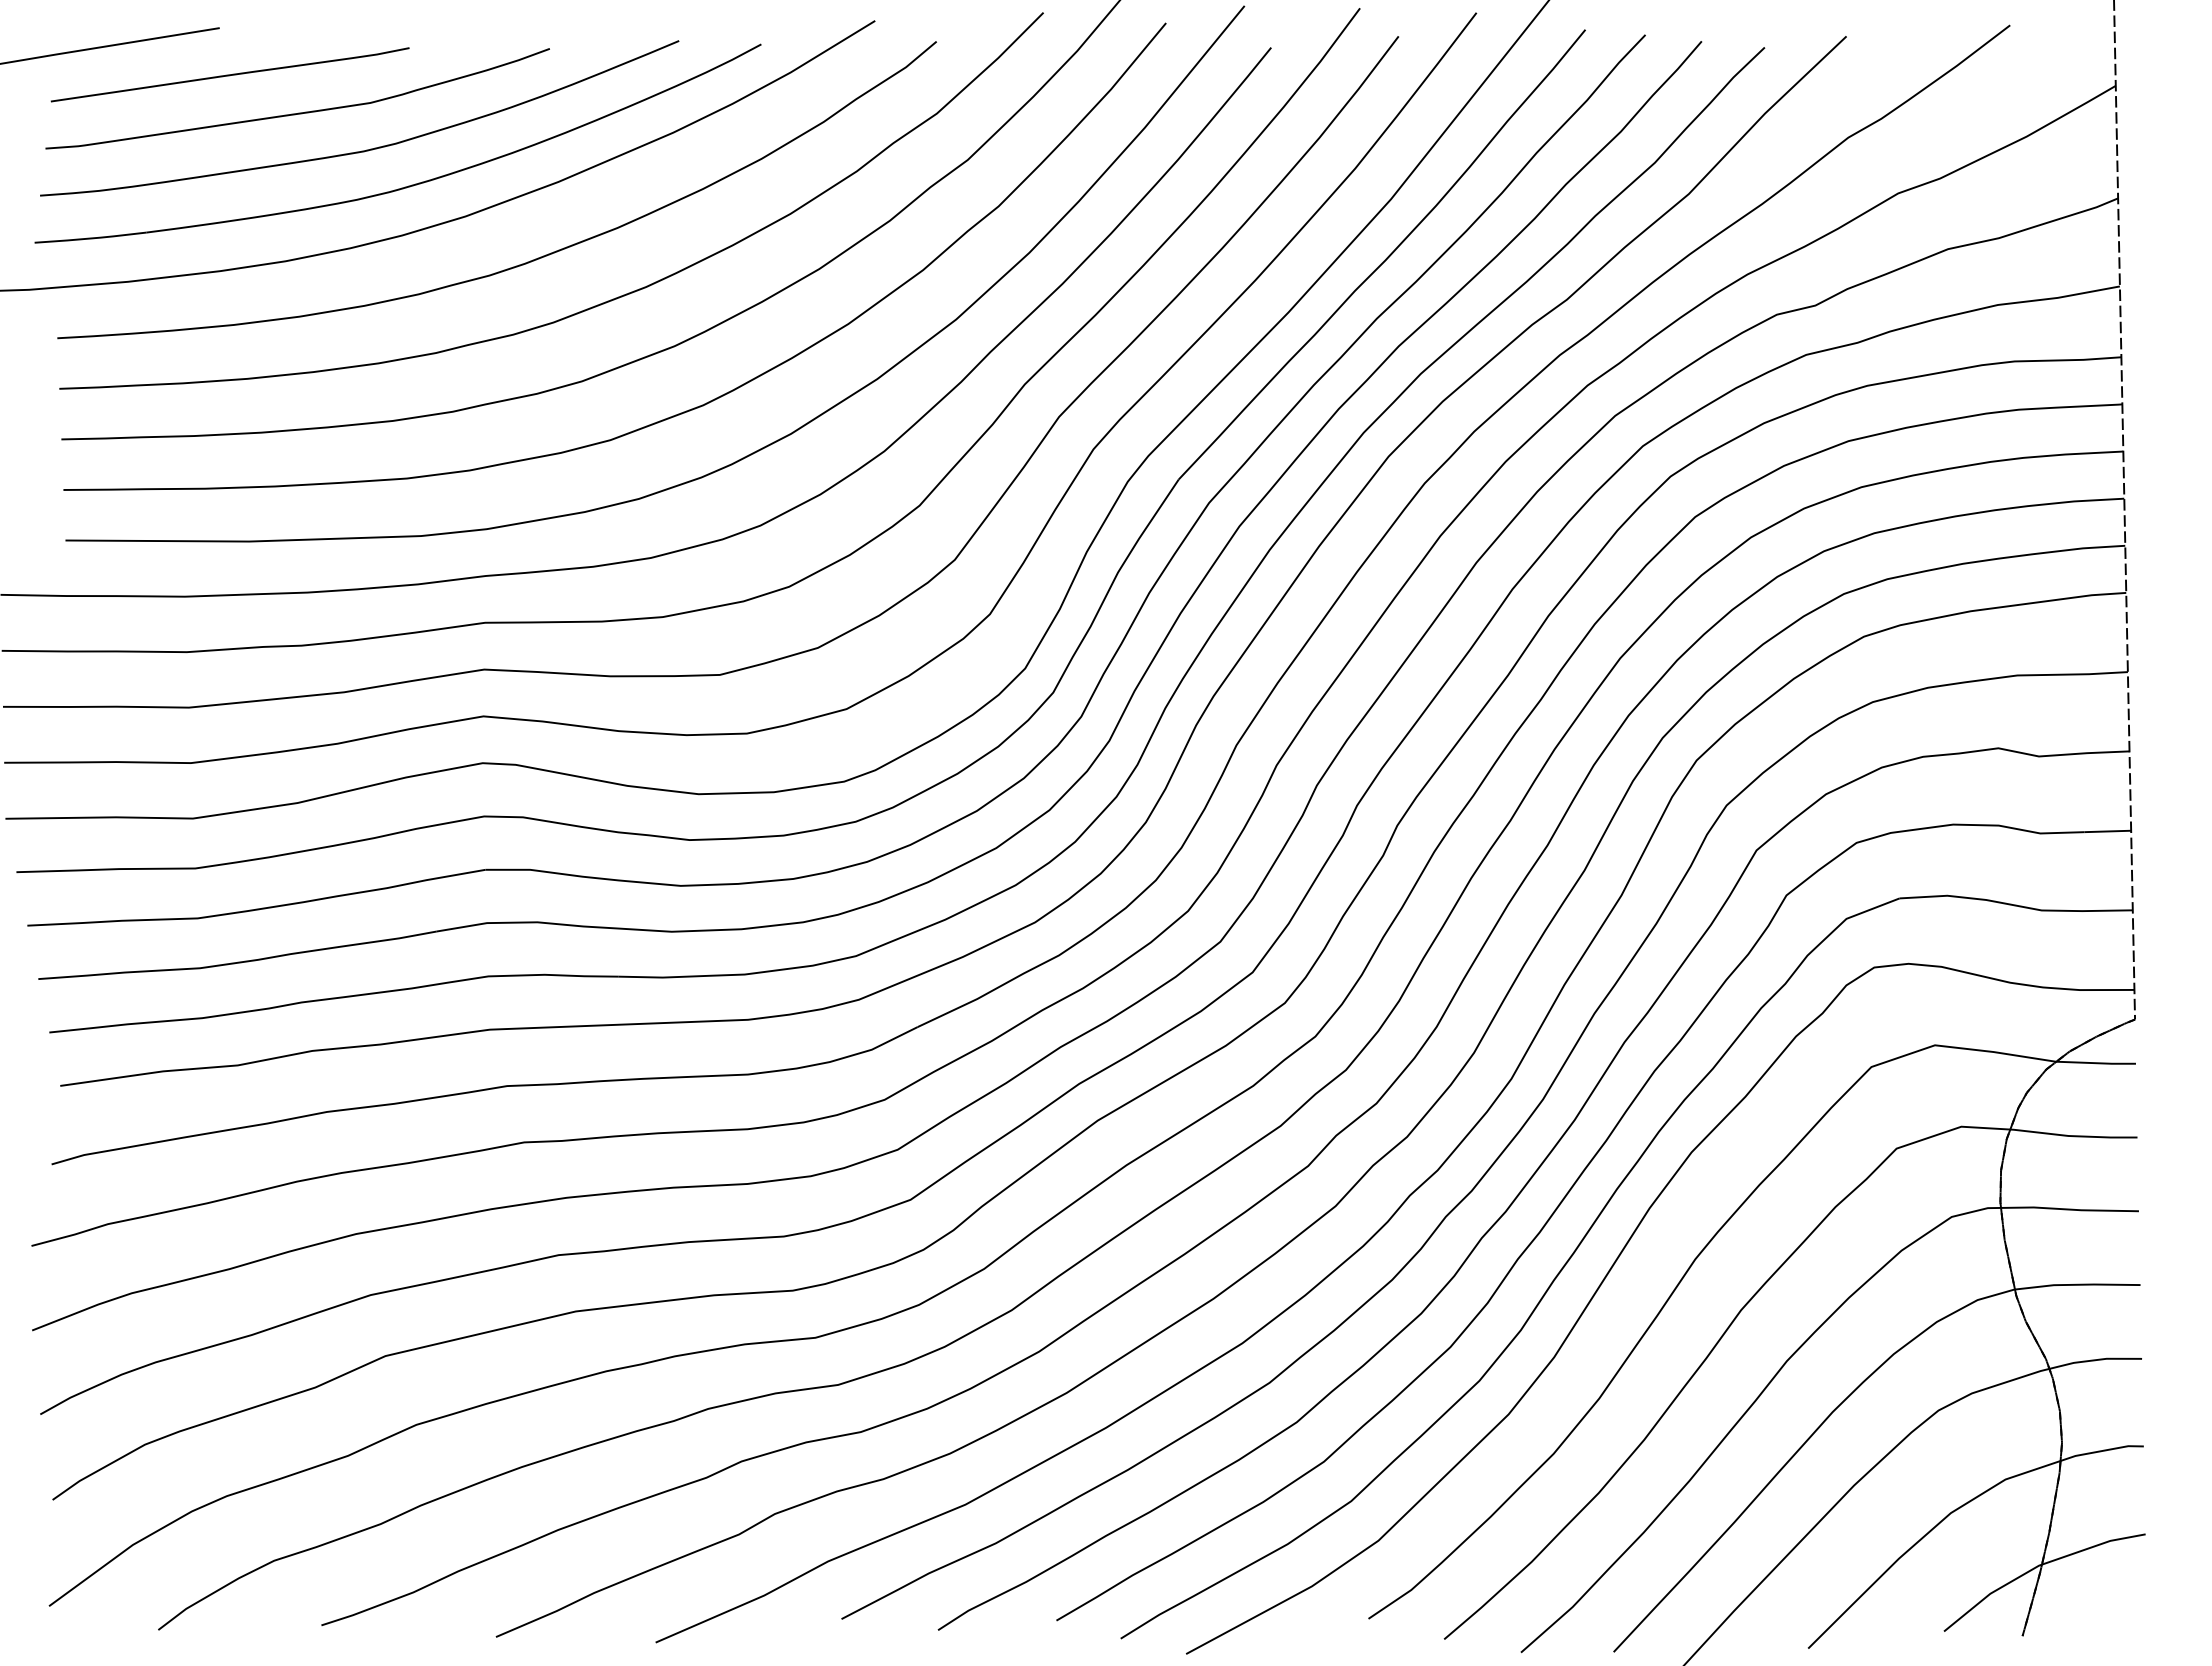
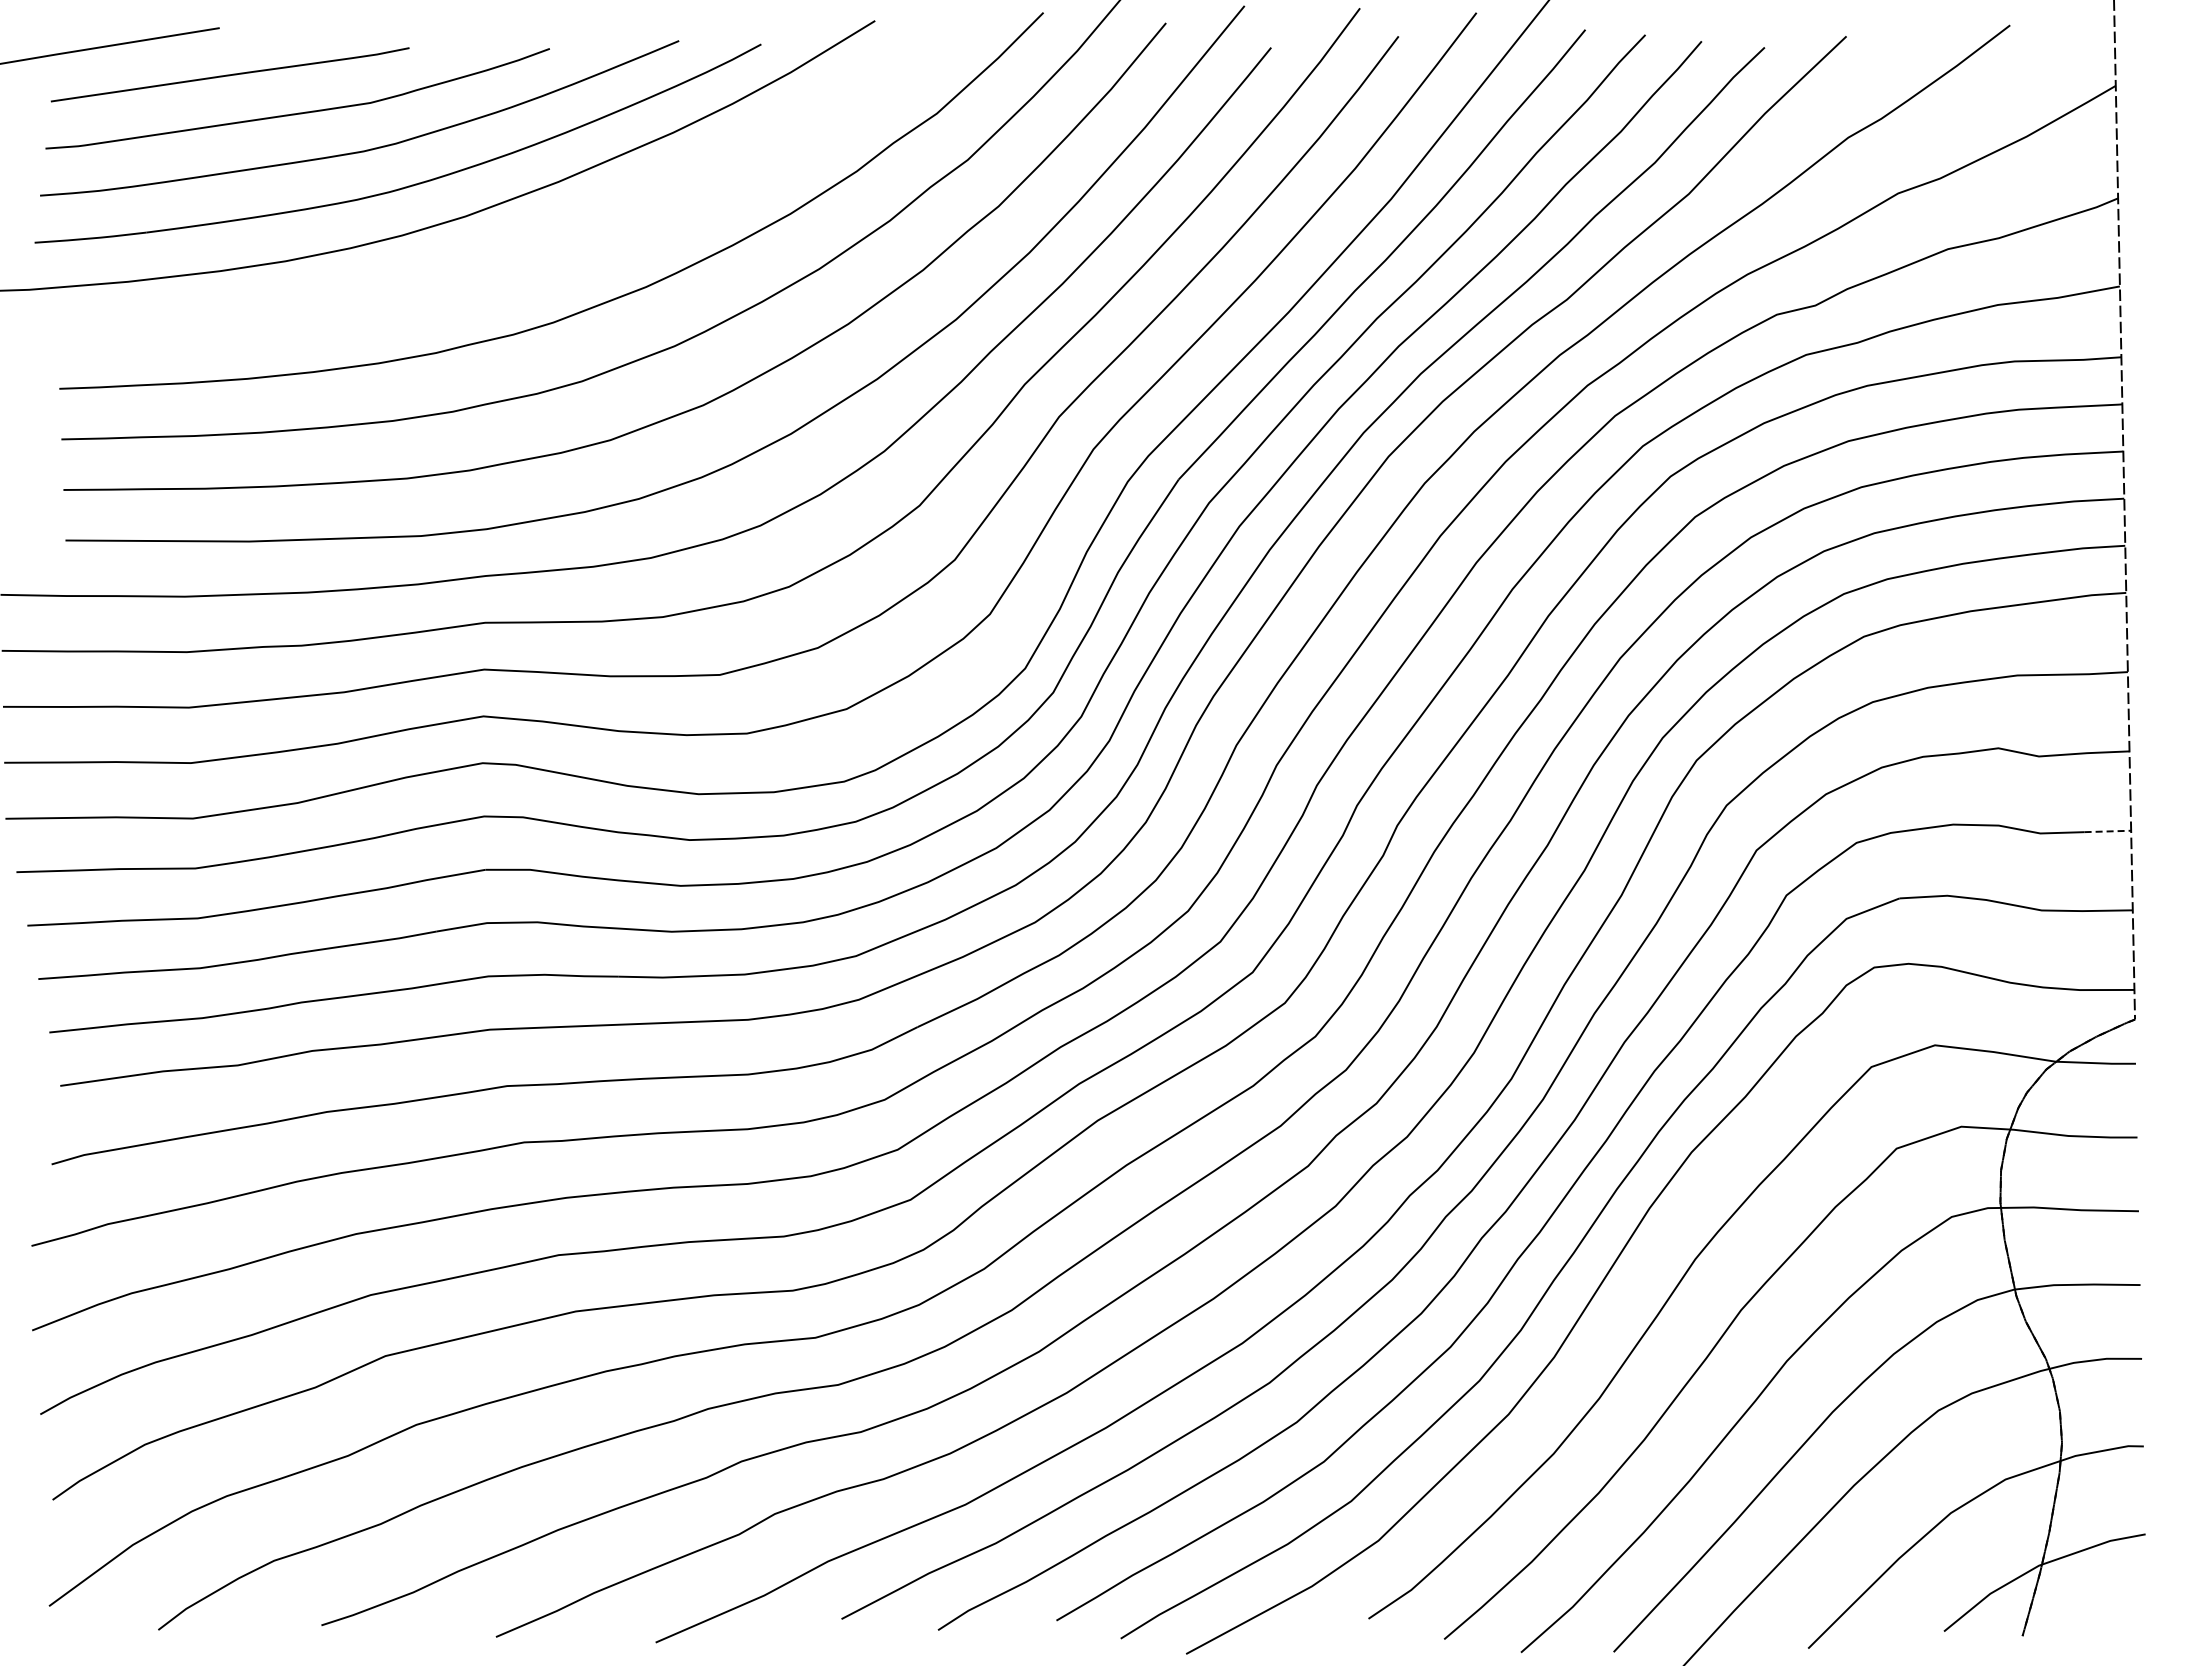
curve at (527, 261): present -> none
line at (2108, 831): solid -> dashed
